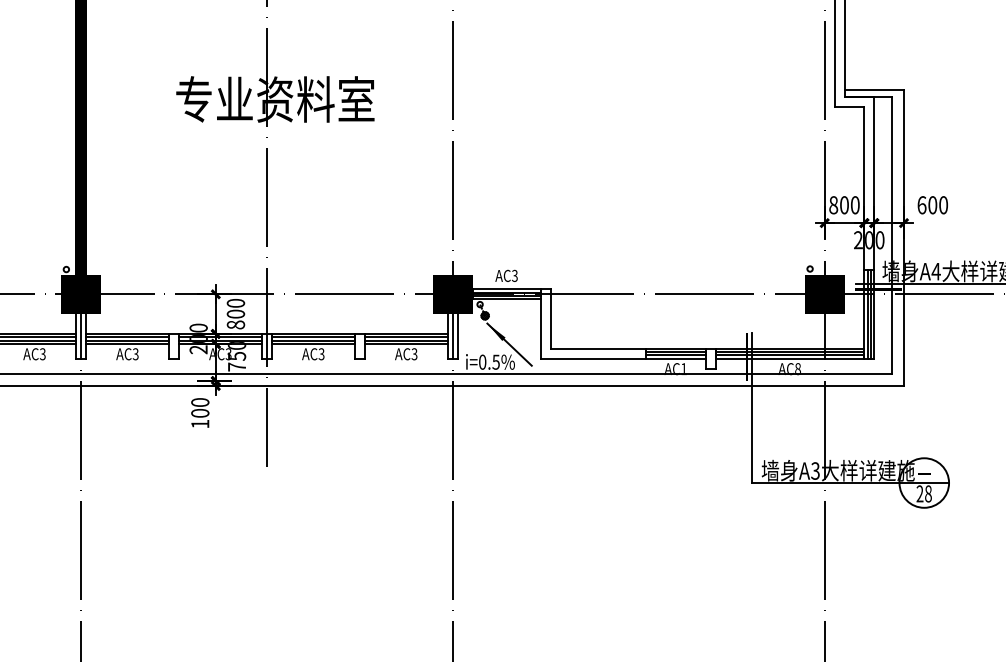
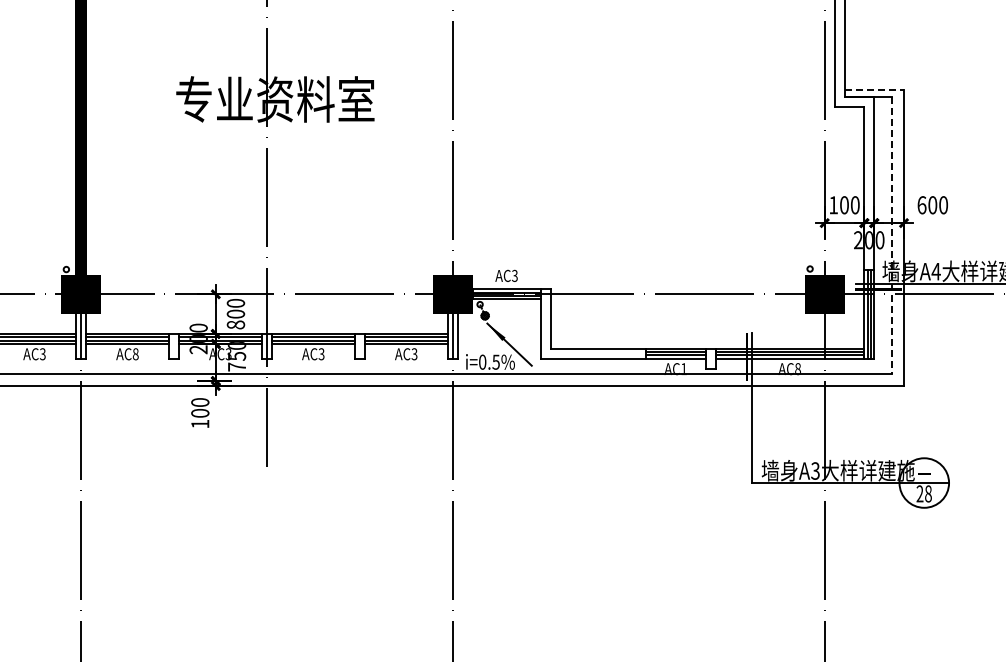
line at (874, 89): solid -> dashed
text at (833, 205): 800 -> 100
line at (891, 236): solid -> dashed
text at (135, 354): AC3 -> AC8
